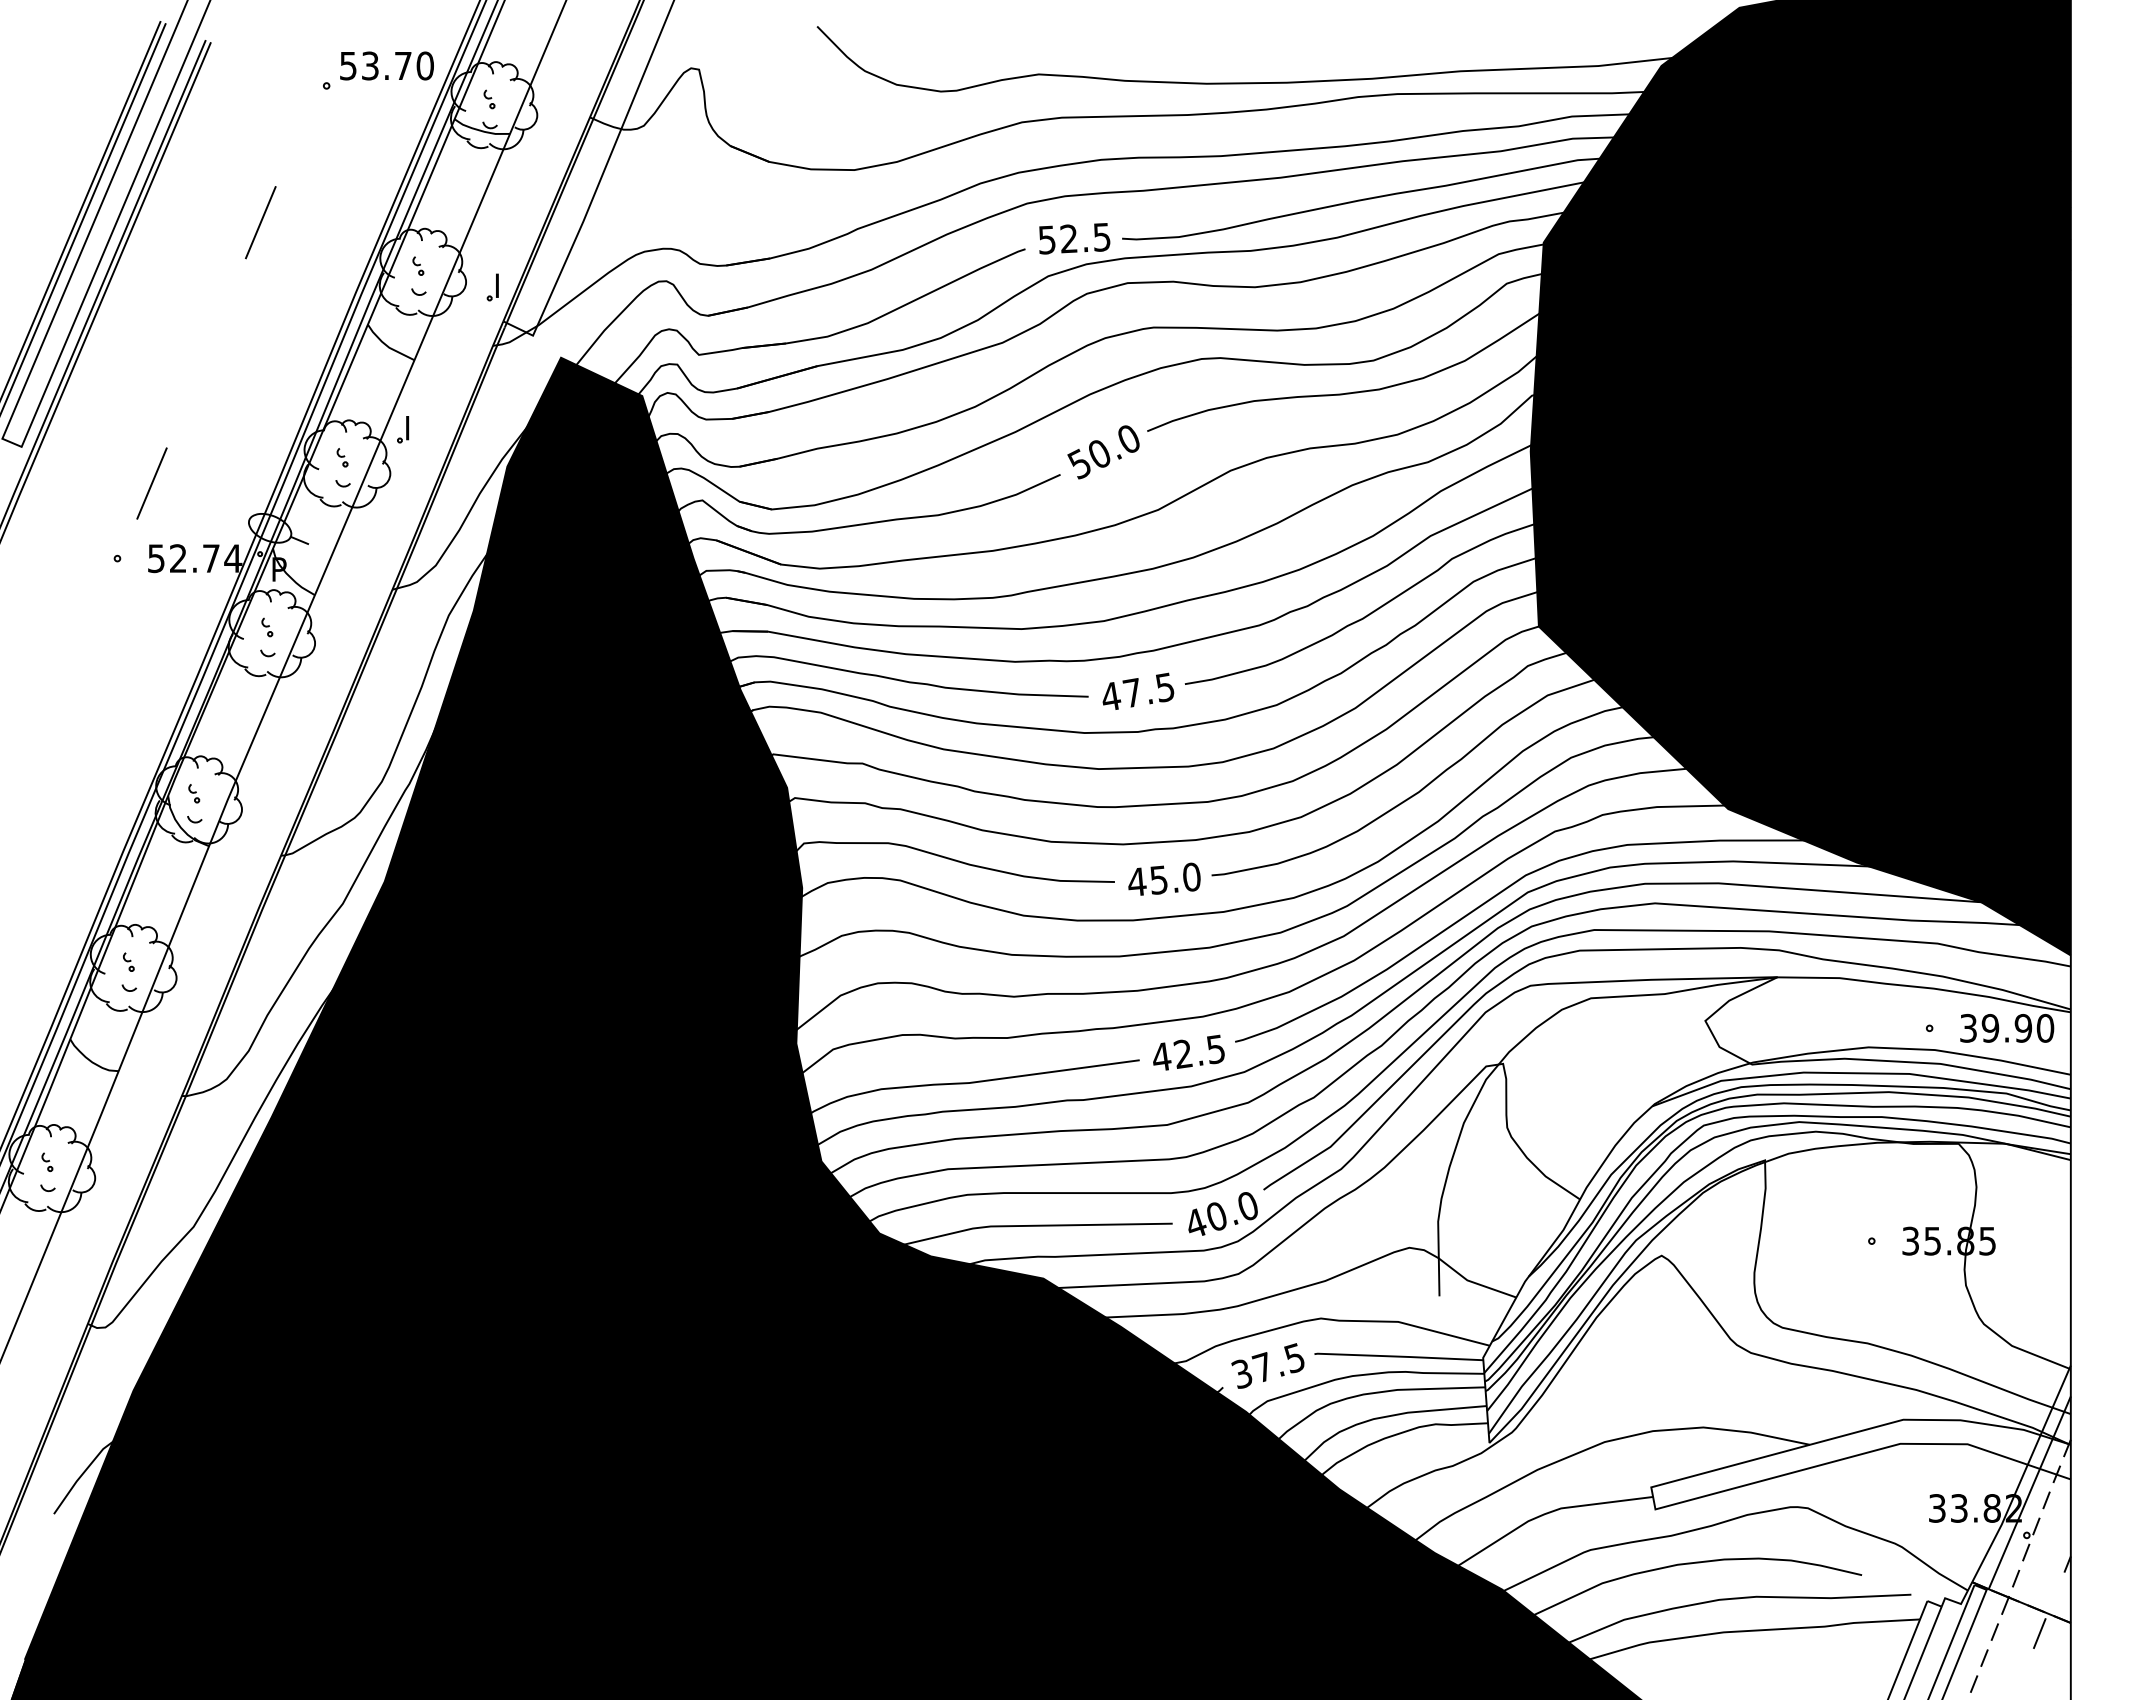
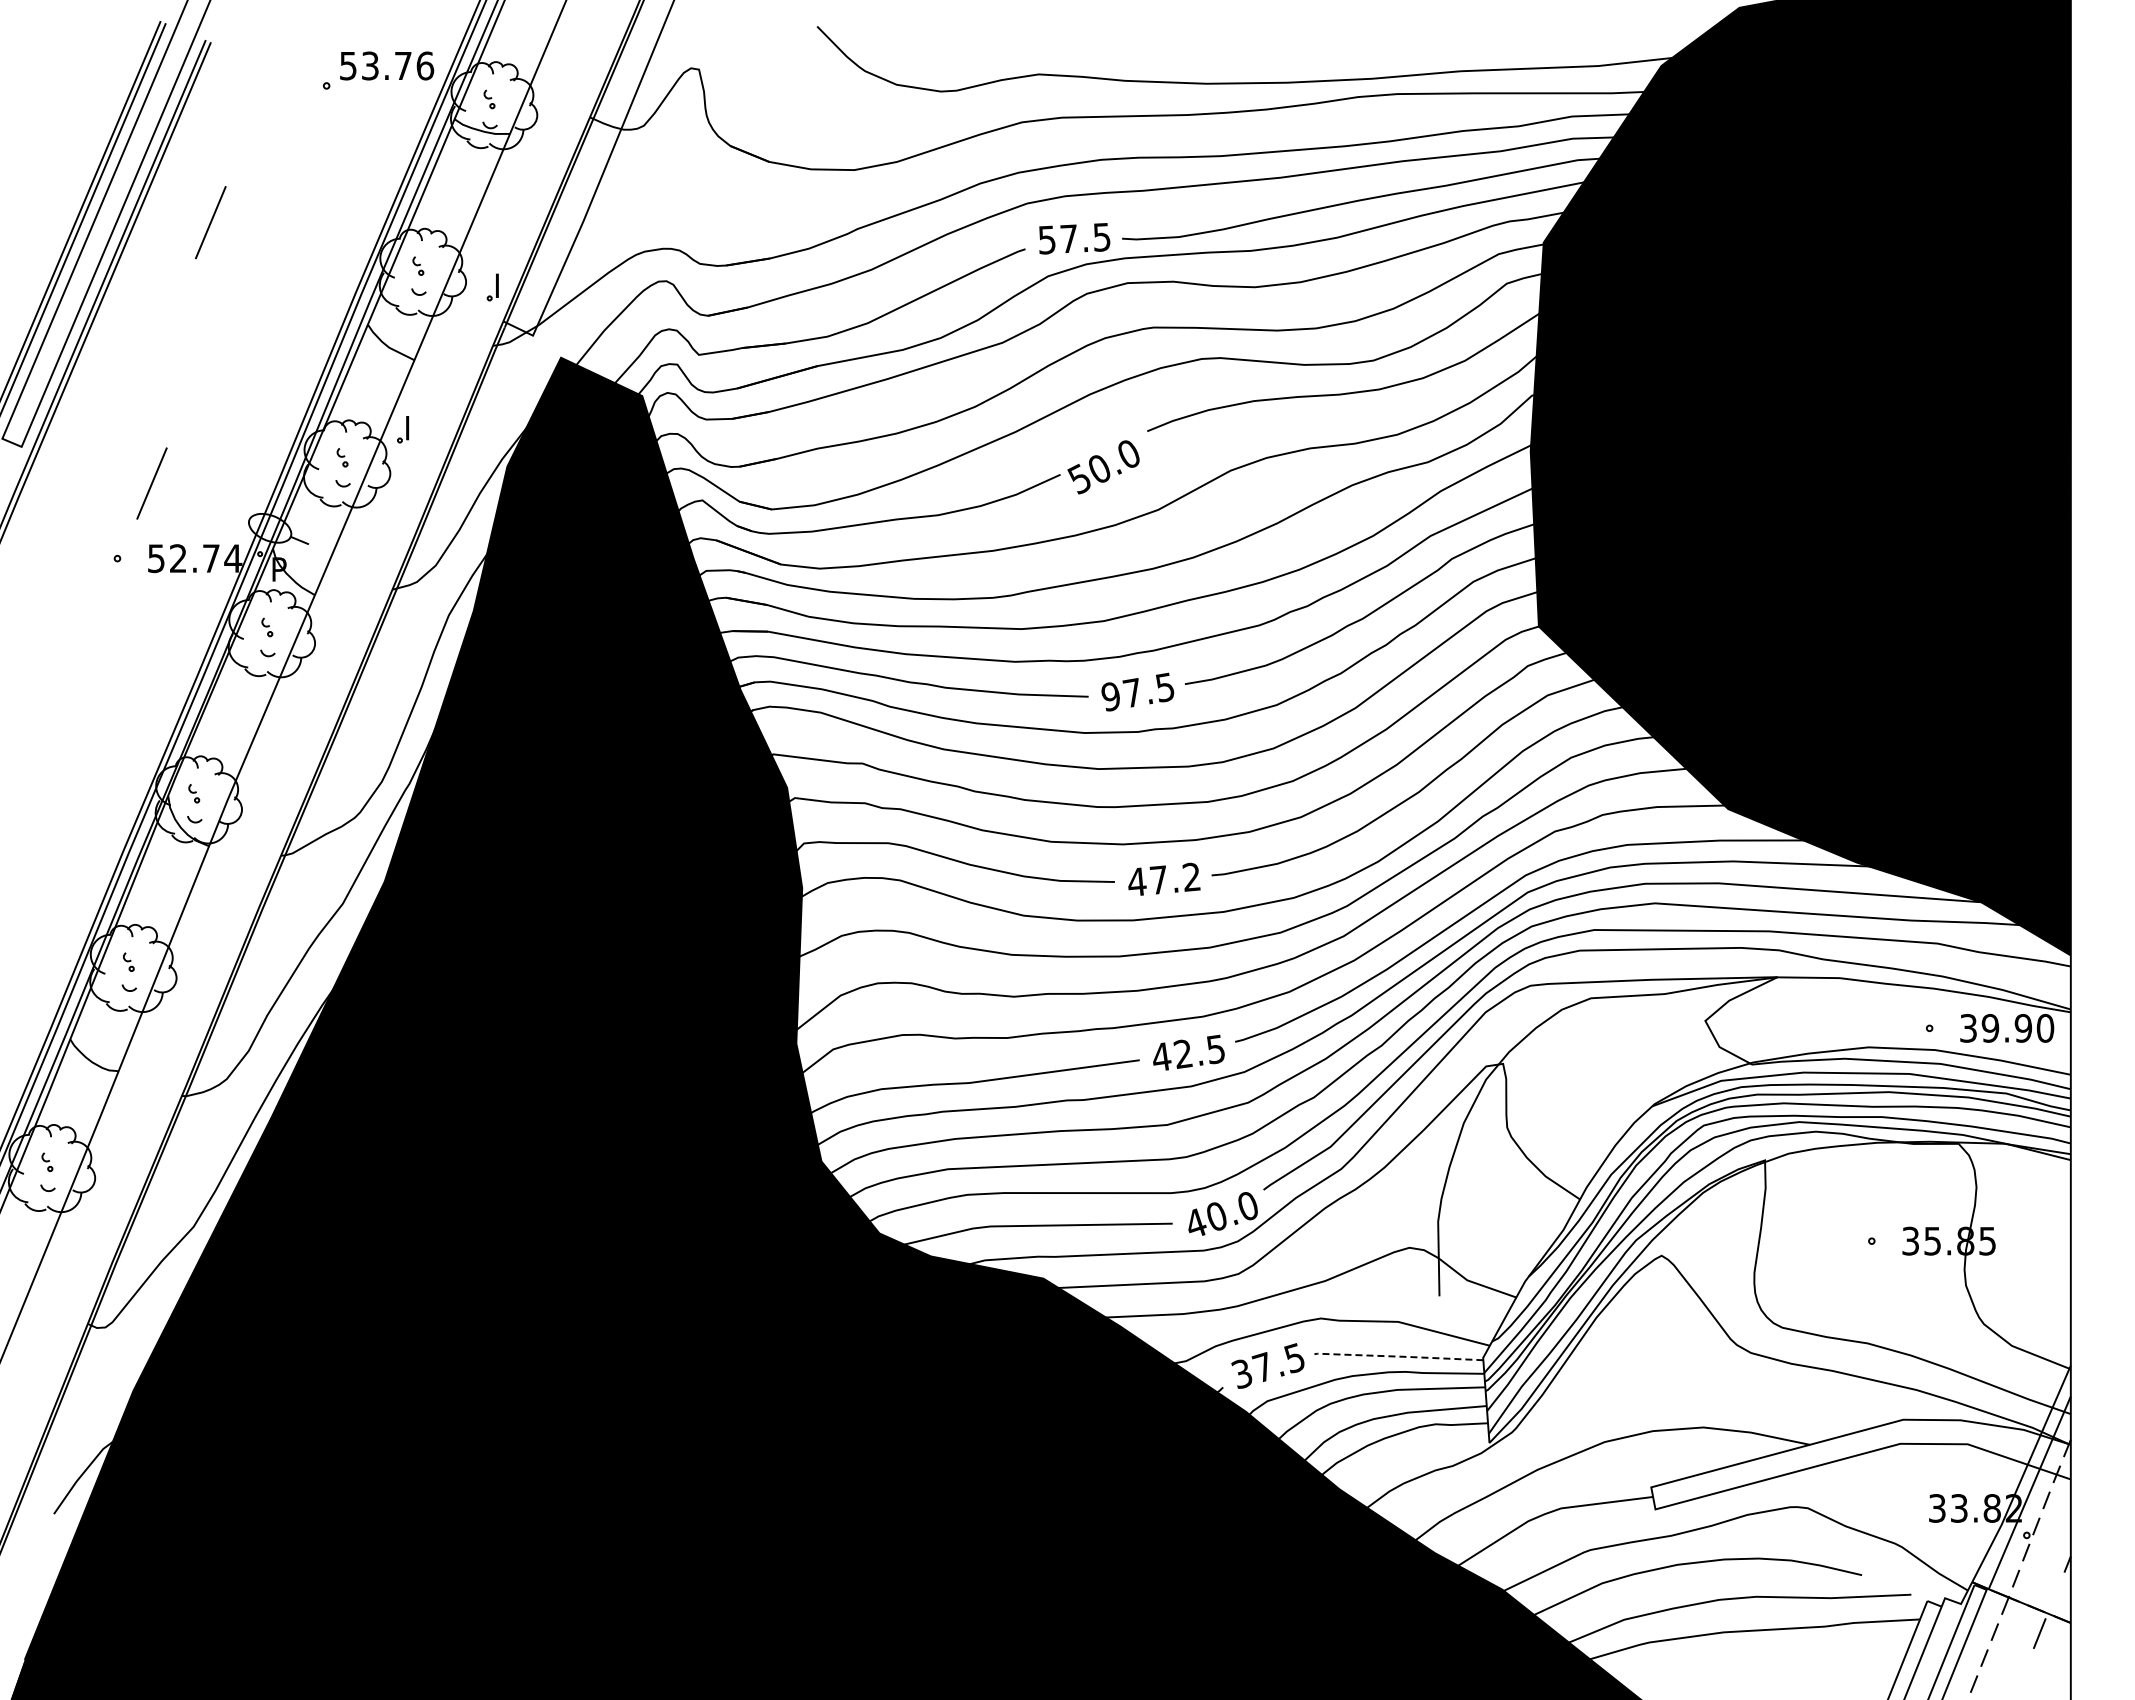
text at (425, 65): 53.70 -> 53.76
line at (260, 222) position: (260, 222) -> (210, 222)
text at (1068, 238): 52.5 -> 57.5
text at (1103, 452) position: (1103, 452) -> (1103, 467)
text at (1111, 696): 47.5 -> 97.5
text at (1174, 878): 45.0 -> 47.2
line at (1398, 1356): solid -> dashed
